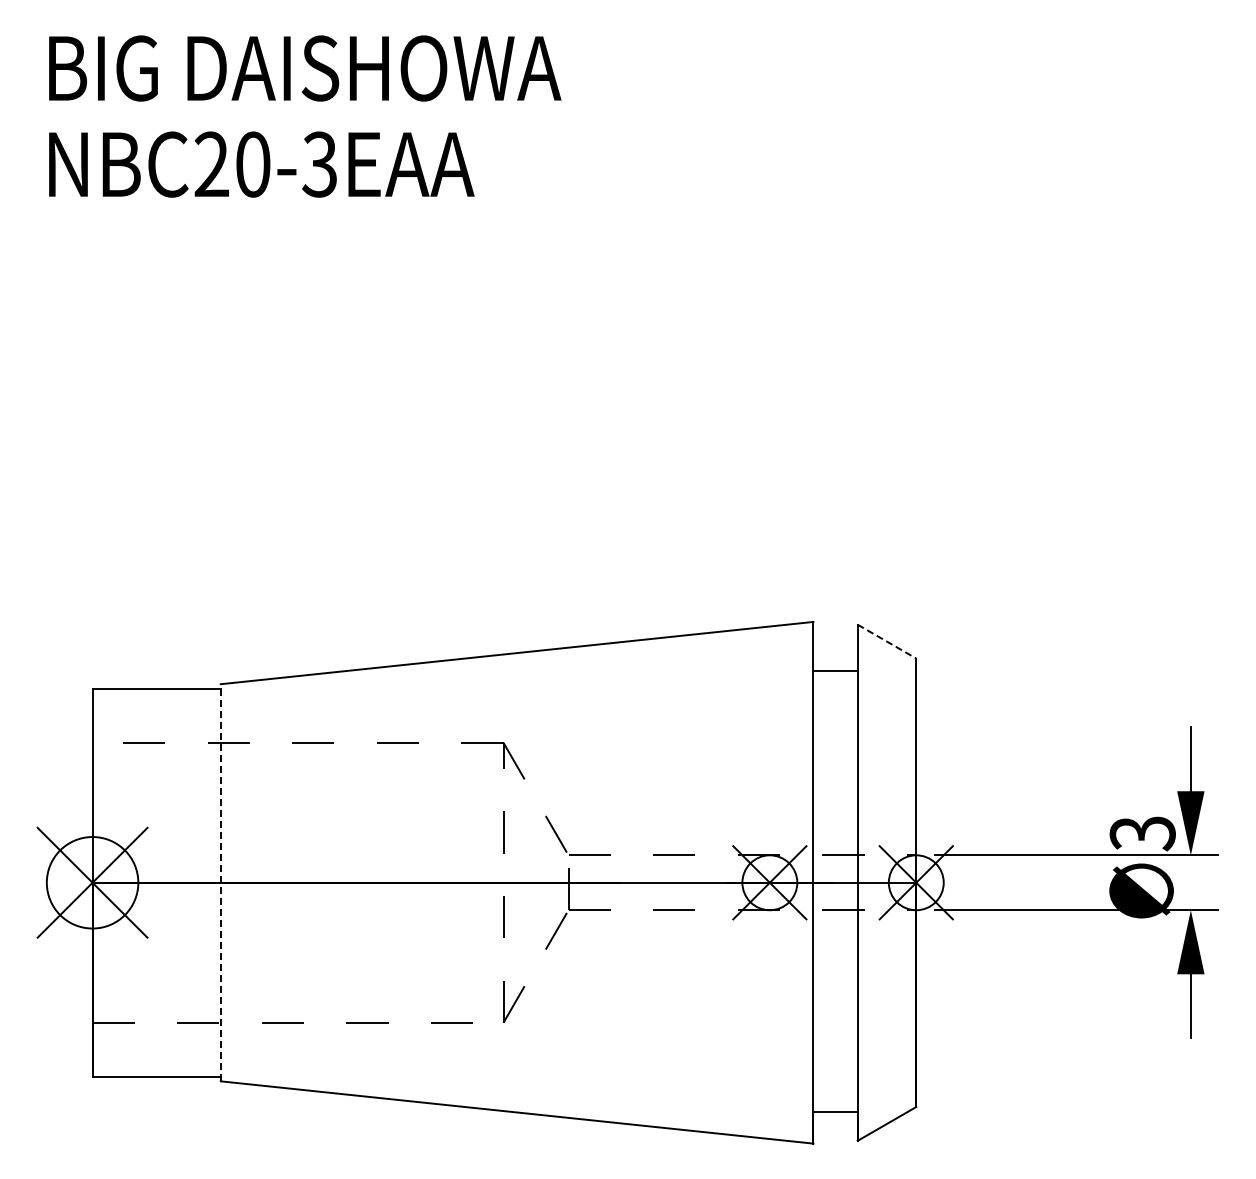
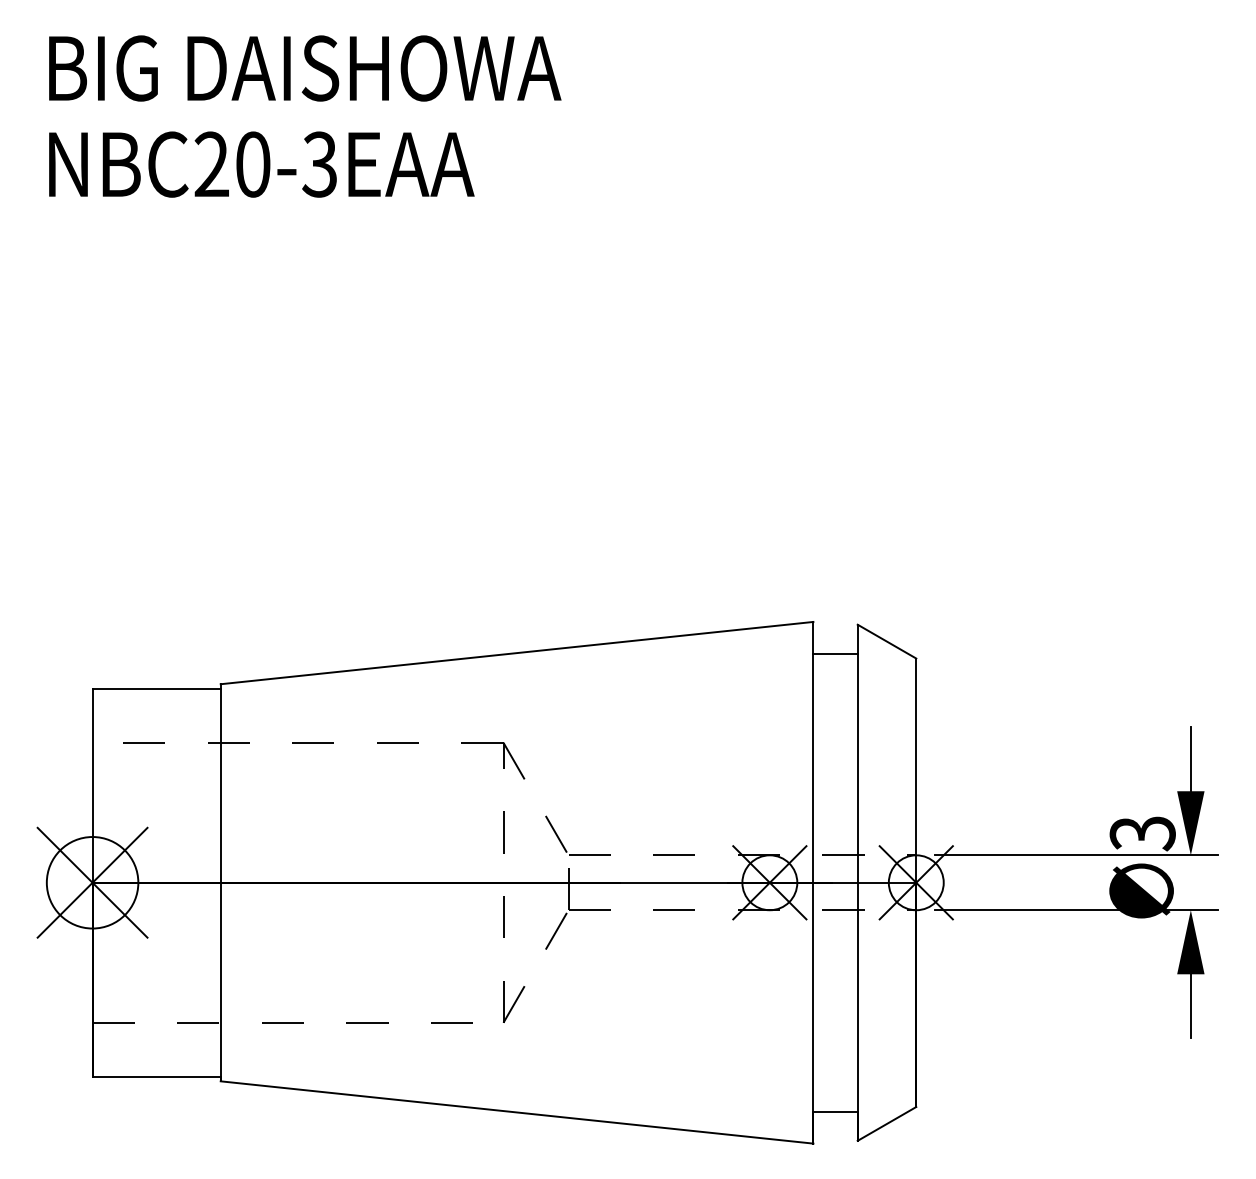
line at (887, 641): dashed -> solid
line at (835, 670) position: (835, 670) -> (835, 653)
line at (220, 882): dashed -> solid
